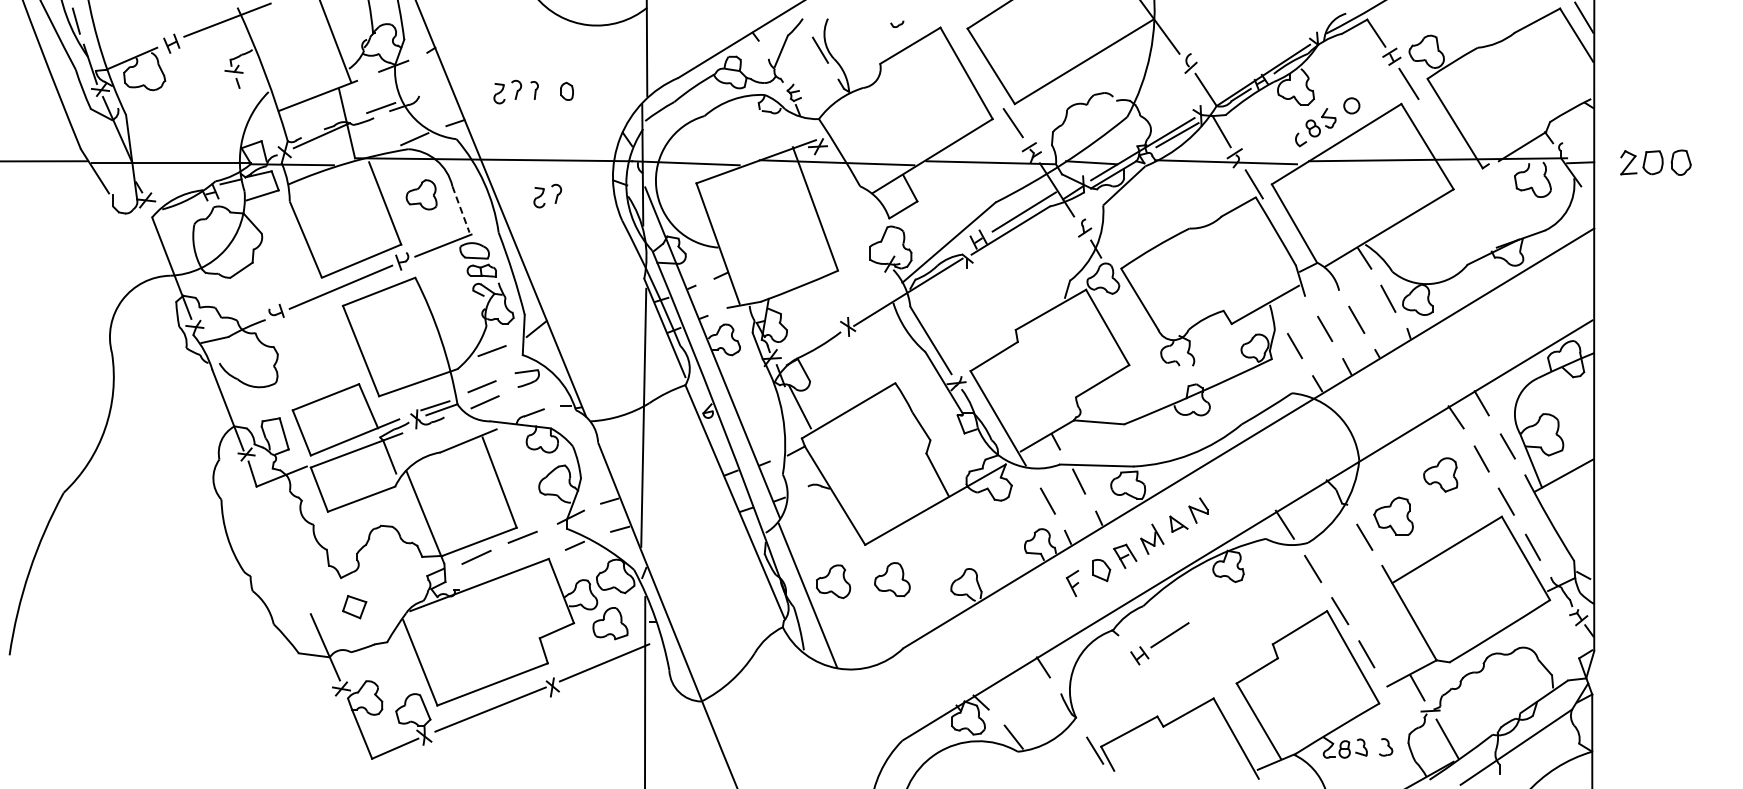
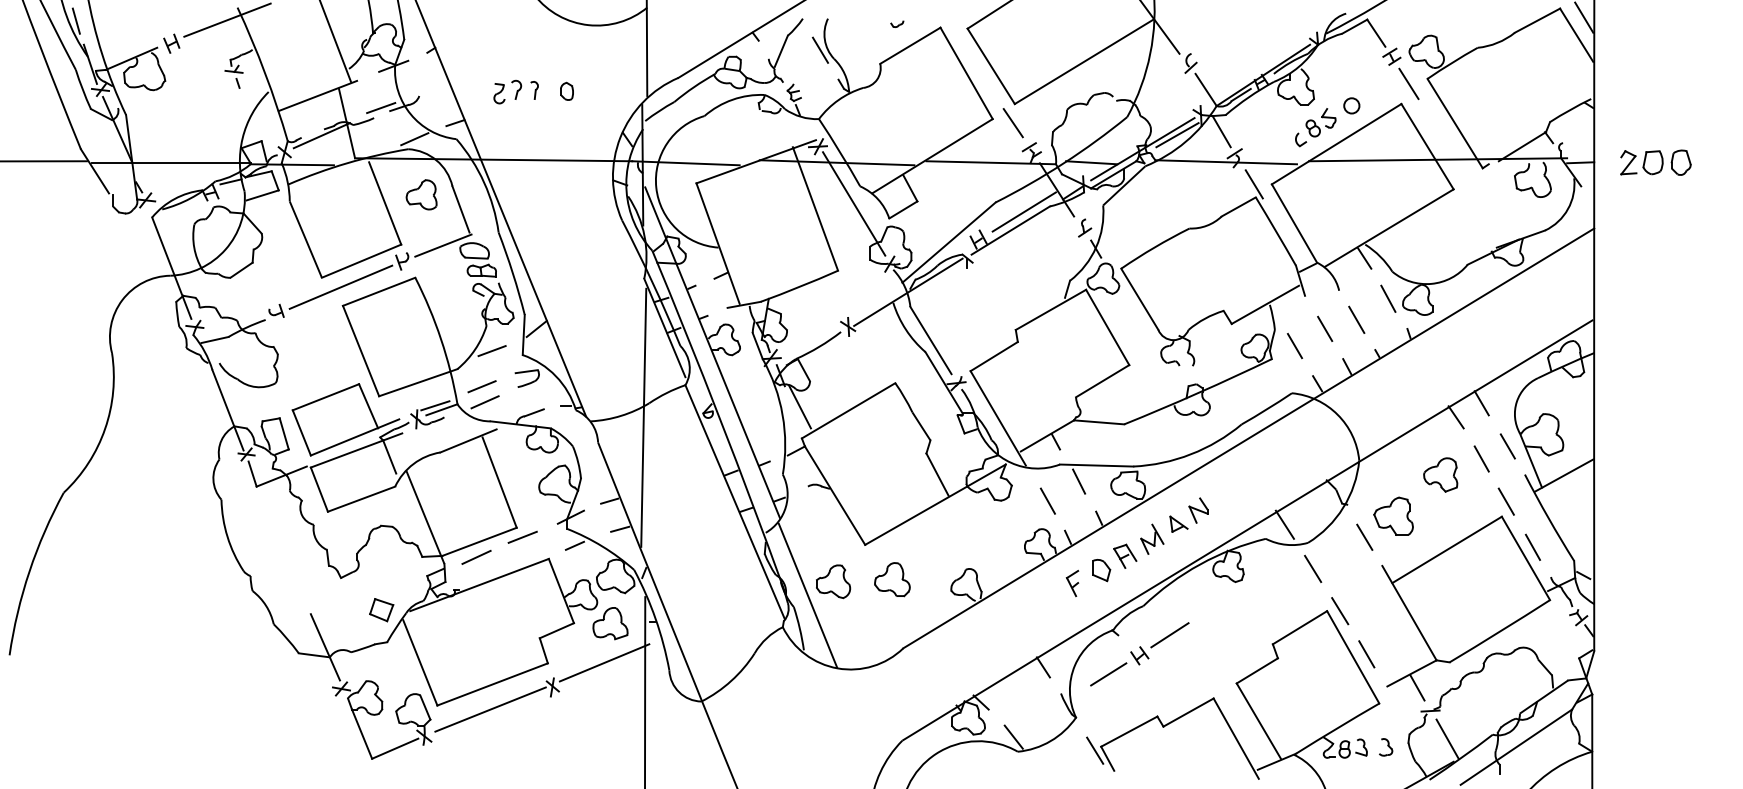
part at (547, 195): present -> none
line at (854, 203): none -> present
line at (461, 209): dashed -> solid
part at (354, 607) position: (354, 607) -> (381, 610)
line at (1108, 674): none -> present
